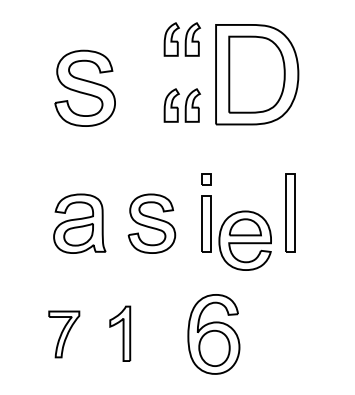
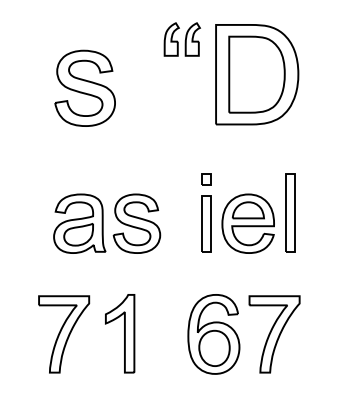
part at (181, 105): present -> none
part at (151, 223) position: (151, 223) -> (136, 223)
part at (244, 240) position: (244, 240) -> (247, 223)
part at (120, 333) size: 23x57 px -> 31x80 px
part at (64, 334) size: 33x49 px -> 53x79 px
part at (274, 334): none -> present
